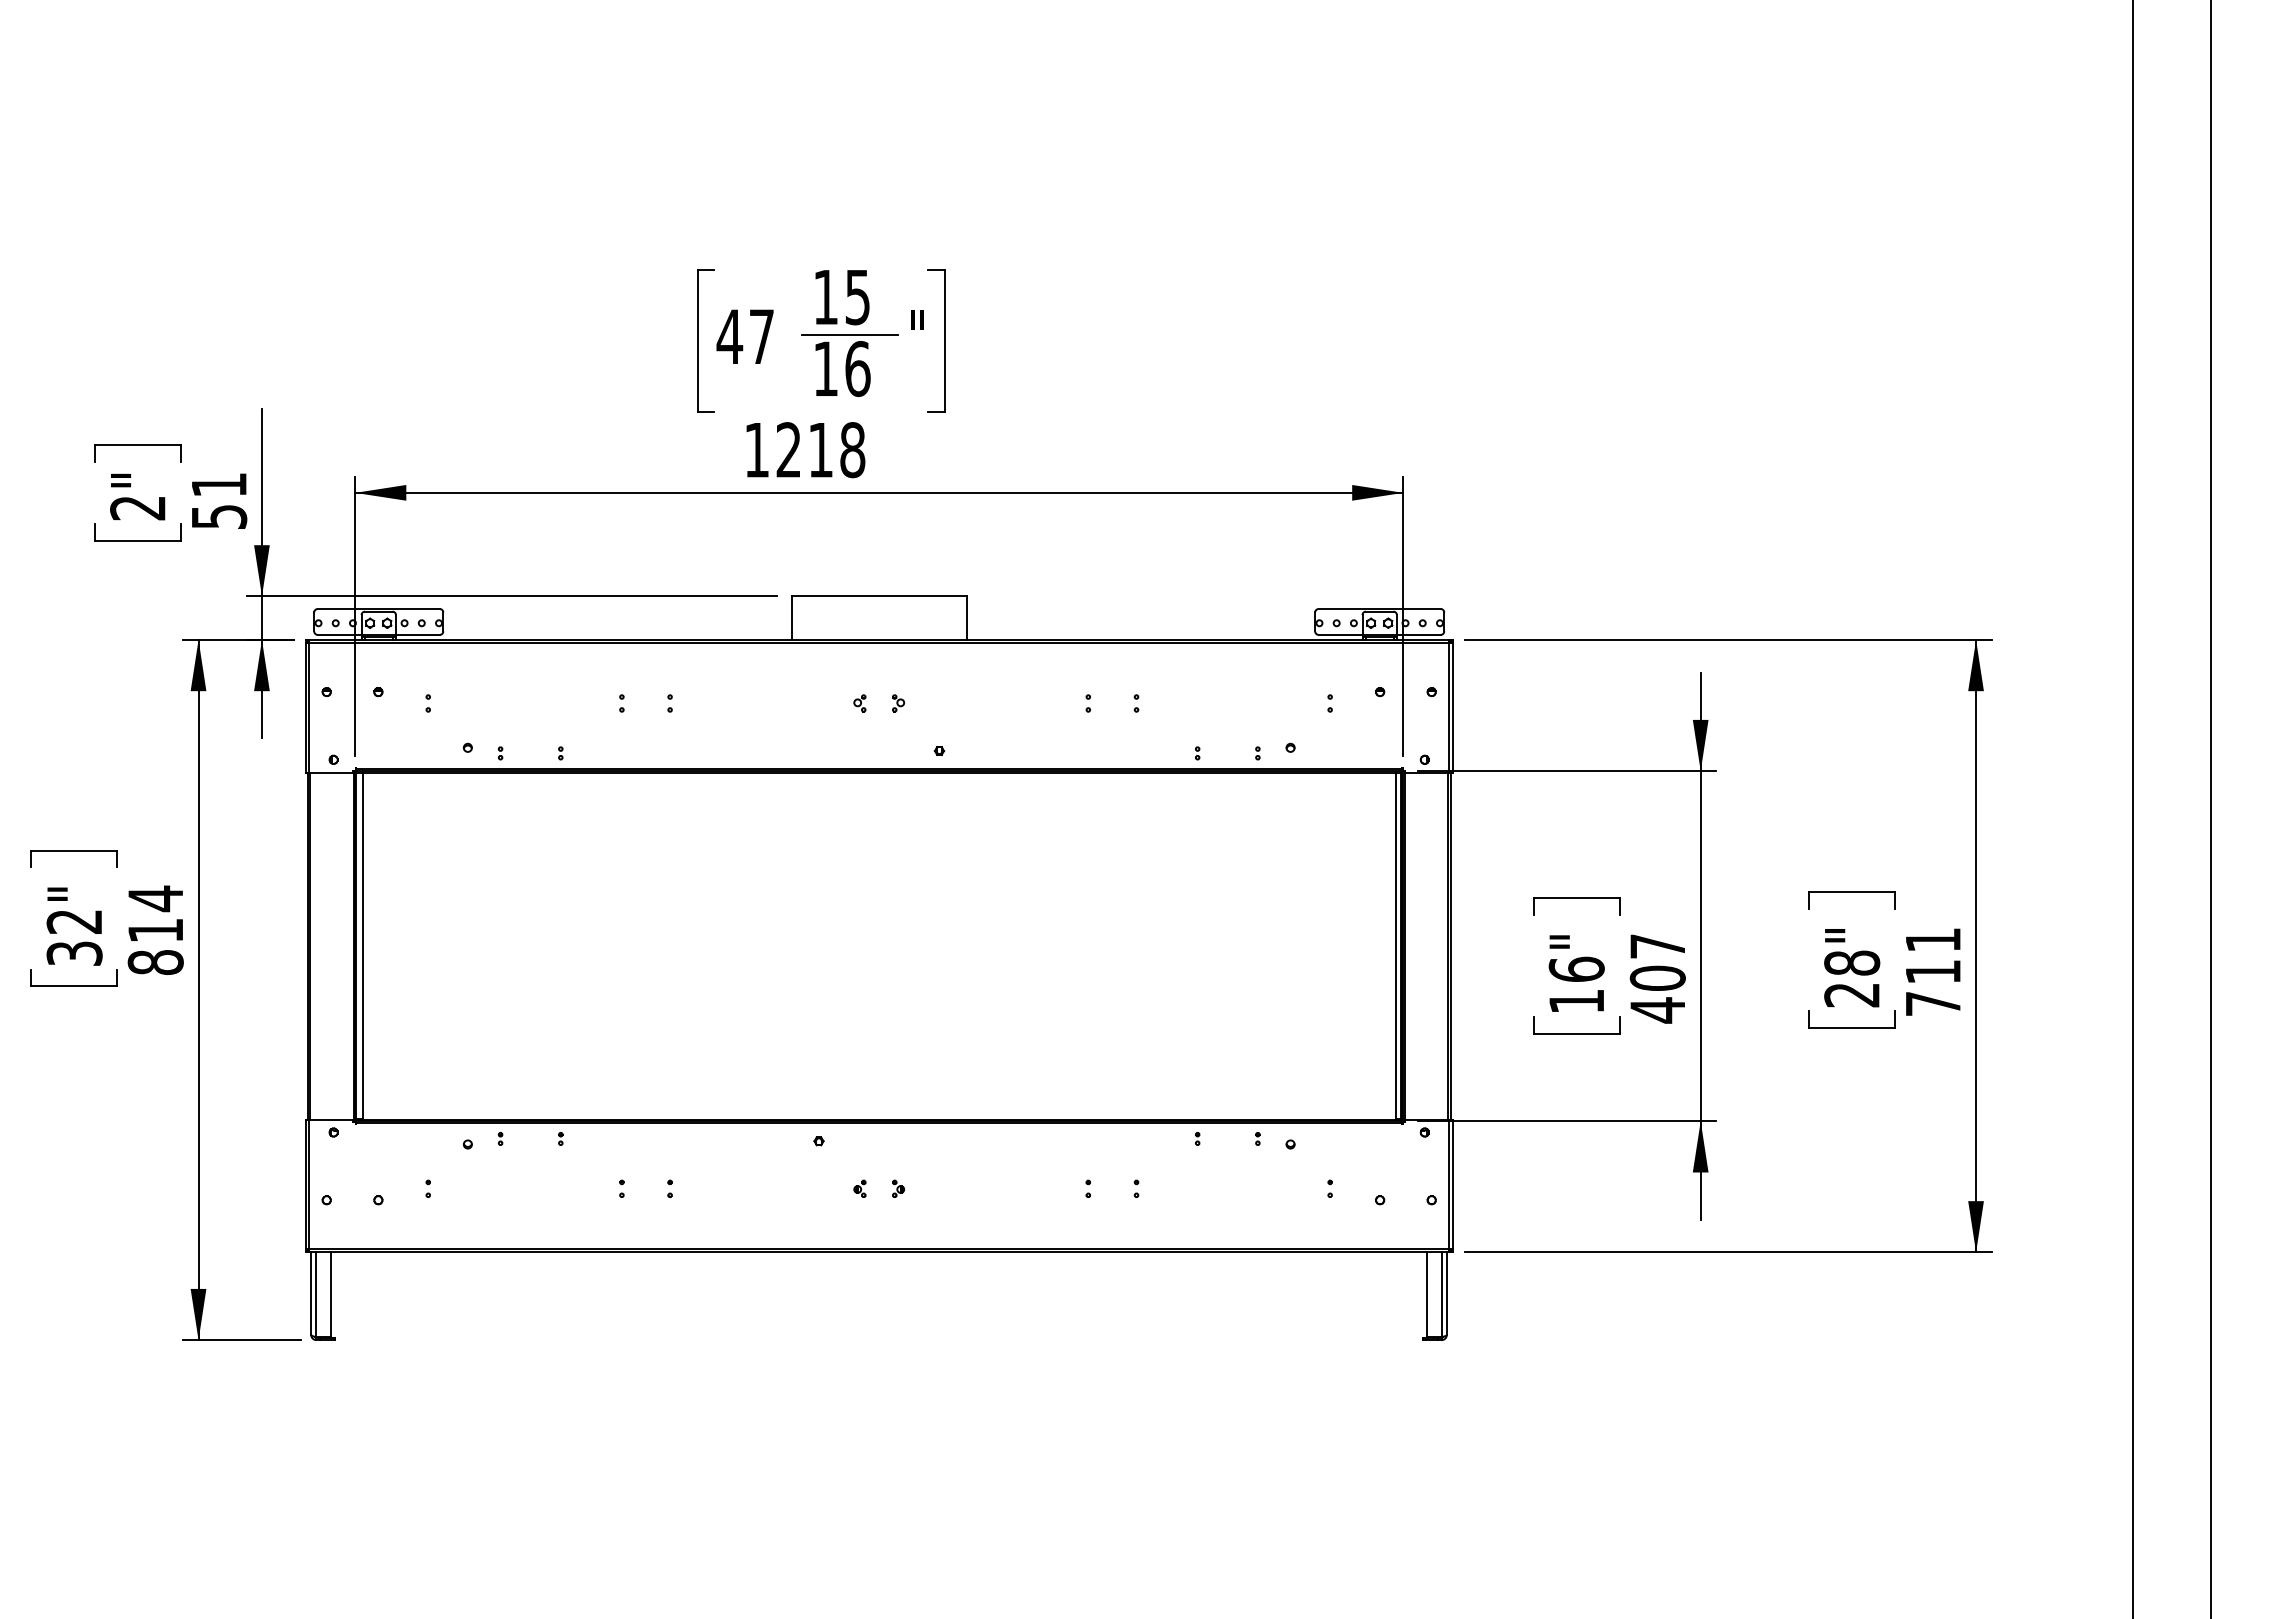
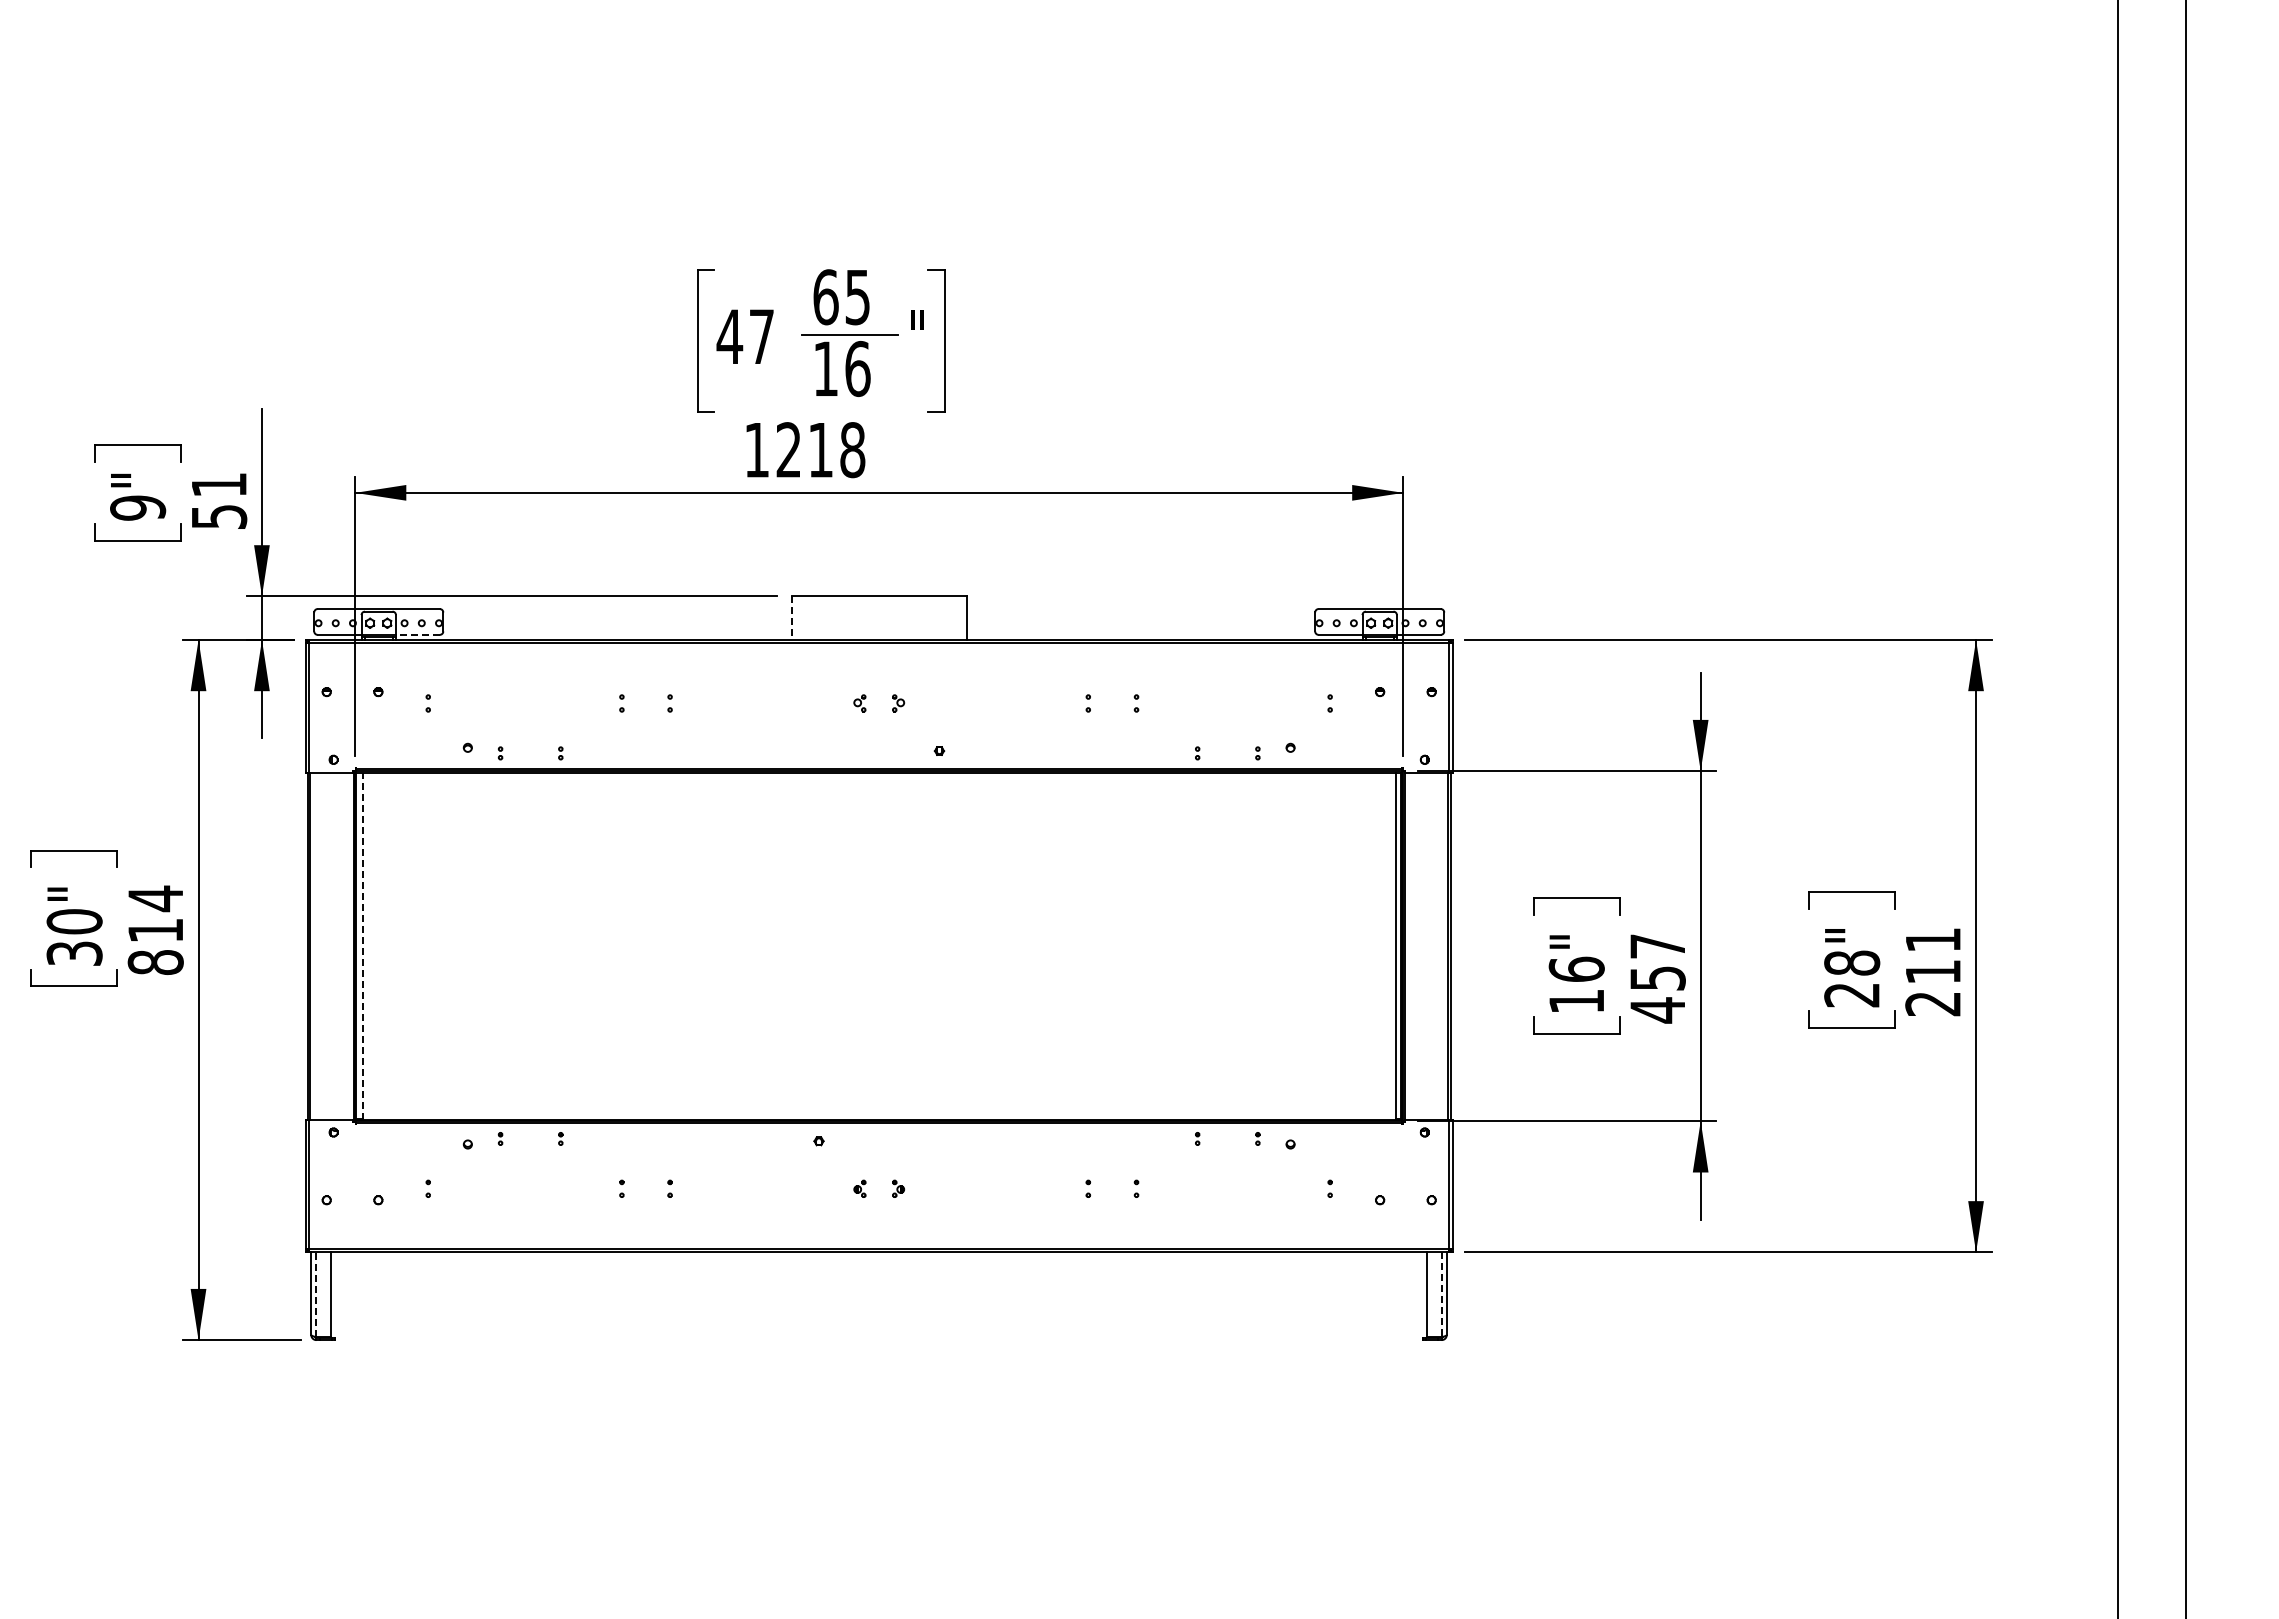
text at (825, 297): 15 -> 65
text at (138, 507): 2" -> 9"
line at (791, 618): solid -> dashed
line at (417, 634): solid -> dashed
line at (2133, 808) position: (2133, 808) -> (2118, 808)
line at (2210, 808) position: (2210, 808) -> (2185, 808)
text at (74, 921): 32" -> 30"
line at (362, 945): solid -> dashed
text at (1657, 977): 407 -> 457
text at (1932, 1004): 711 -> 211
line at (316, 1294): solid -> dashed
line at (1441, 1295): solid -> dashed
